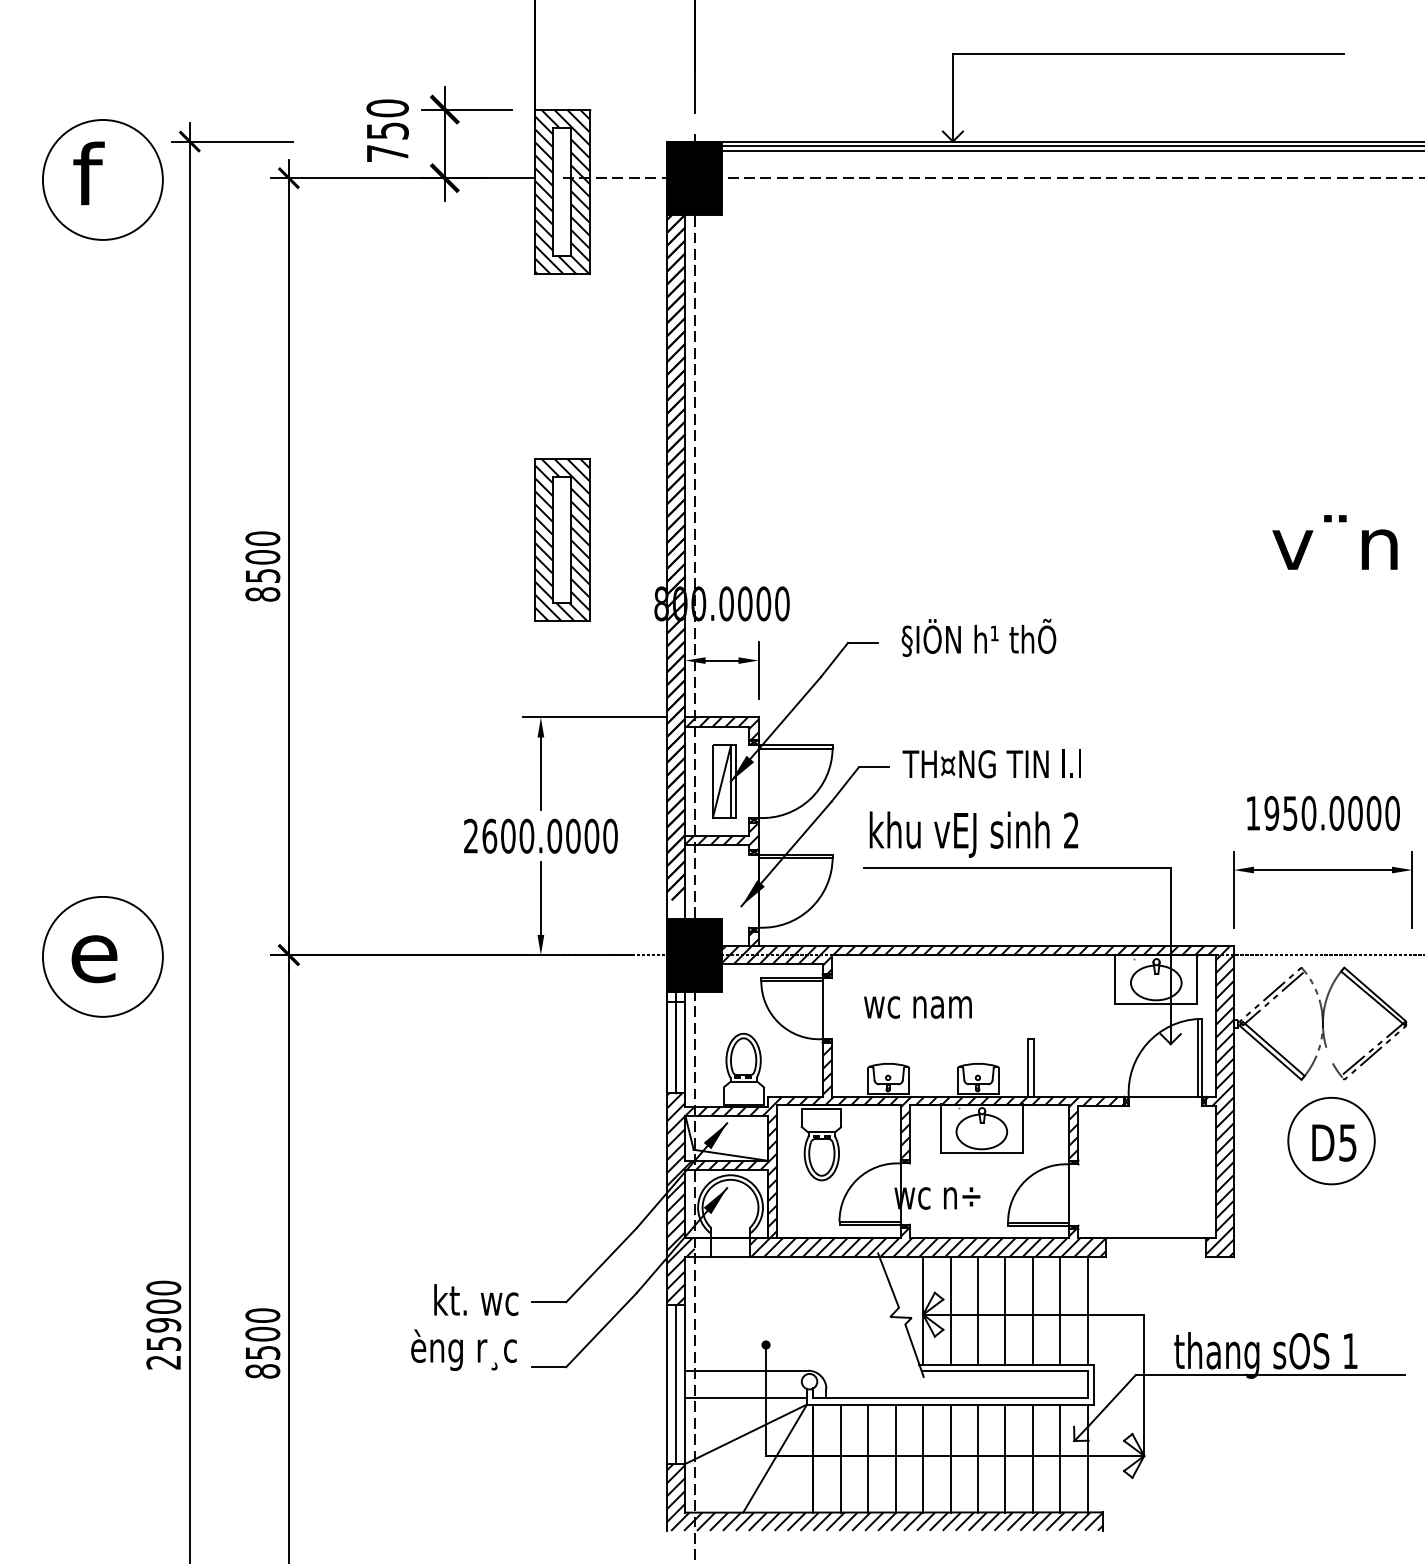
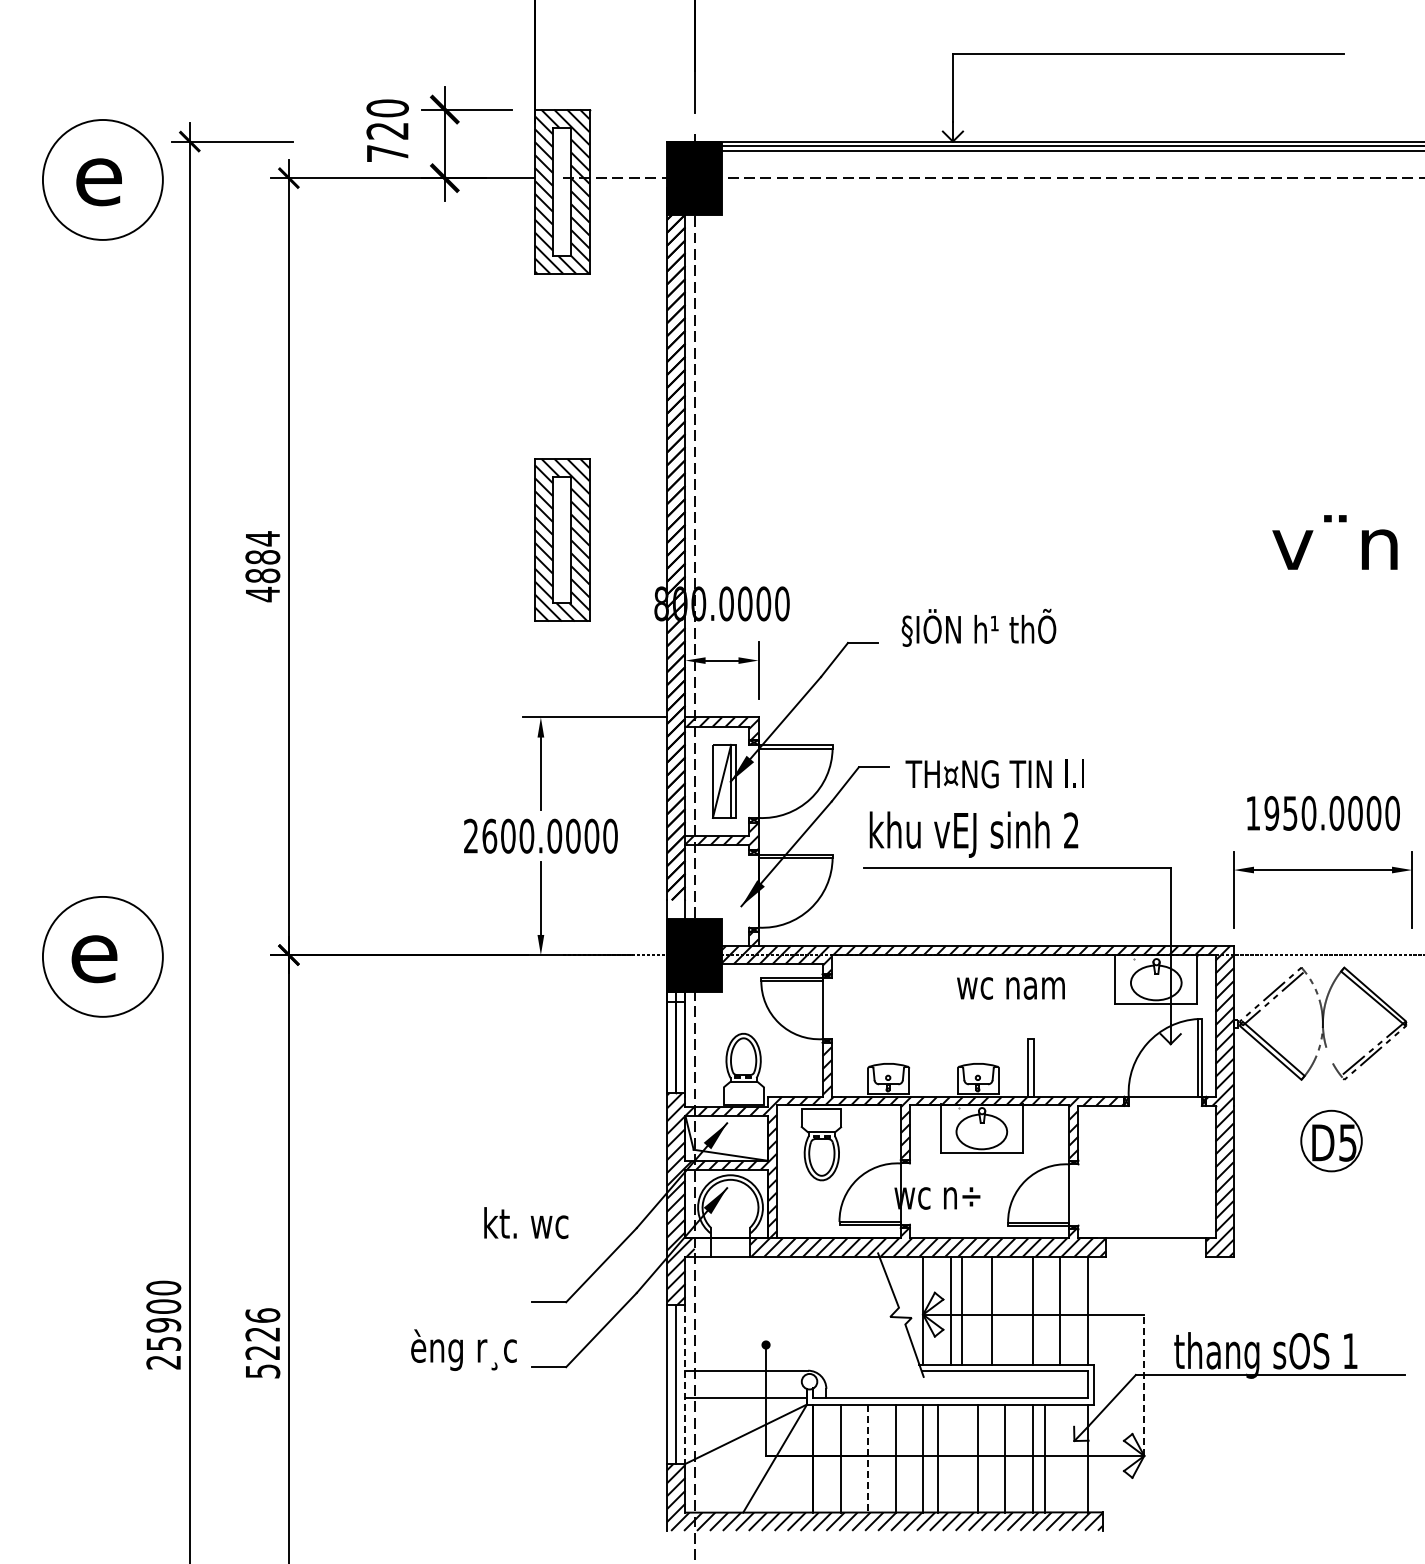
text at (387, 130): 750 -> 720
text at (97, 173): f -> e
text at (262, 566): 8500 -> 4884
text at (978, 637) position: (978, 637) -> (978, 627)
text at (991, 763) position: (991, 763) -> (994, 773)
text at (917, 1007) position: (917, 1007) -> (1010, 988)
circle at (1331, 1140) diameter: 87 px -> 61 px
text at (476, 1300) position: (476, 1300) -> (526, 1223)
line at (977, 1310) position: (977, 1310) -> (961, 1310)
line at (1005, 1310) position: (1005, 1310) -> (992, 1310)
text at (262, 1343): 8500 -> 5226
line at (685, 1385): solid -> dashed
line at (1144, 1385): solid -> dashed
line at (868, 1458): solid -> dashed
line at (950, 1458) position: (950, 1458) -> (937, 1458)
line at (1060, 1458) position: (1060, 1458) -> (1045, 1458)
